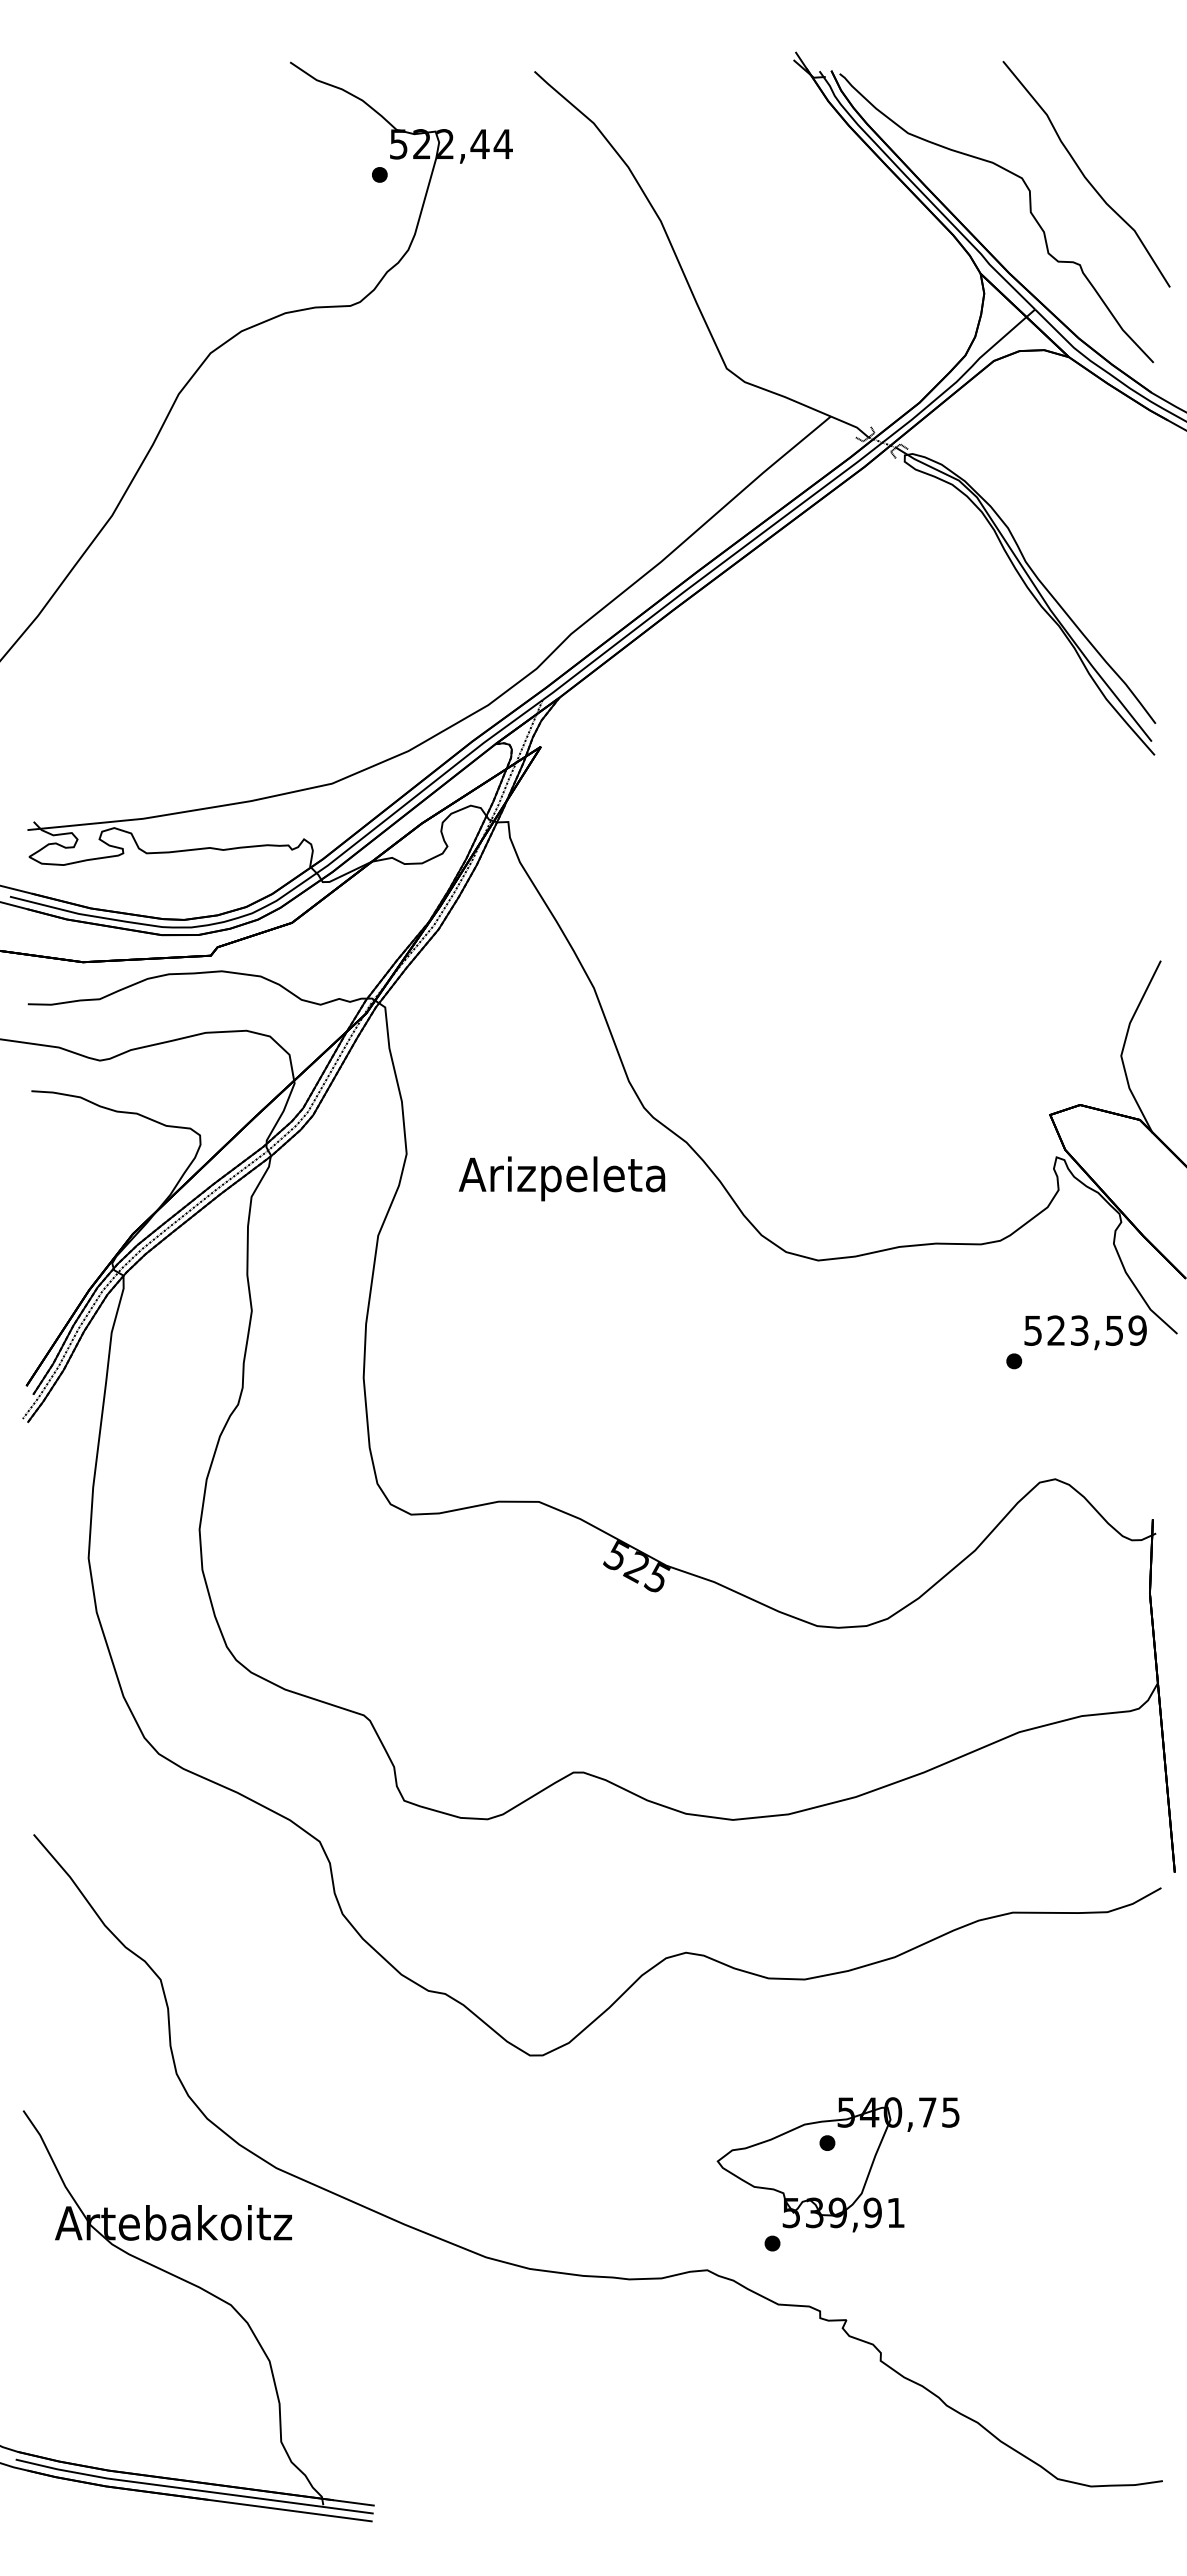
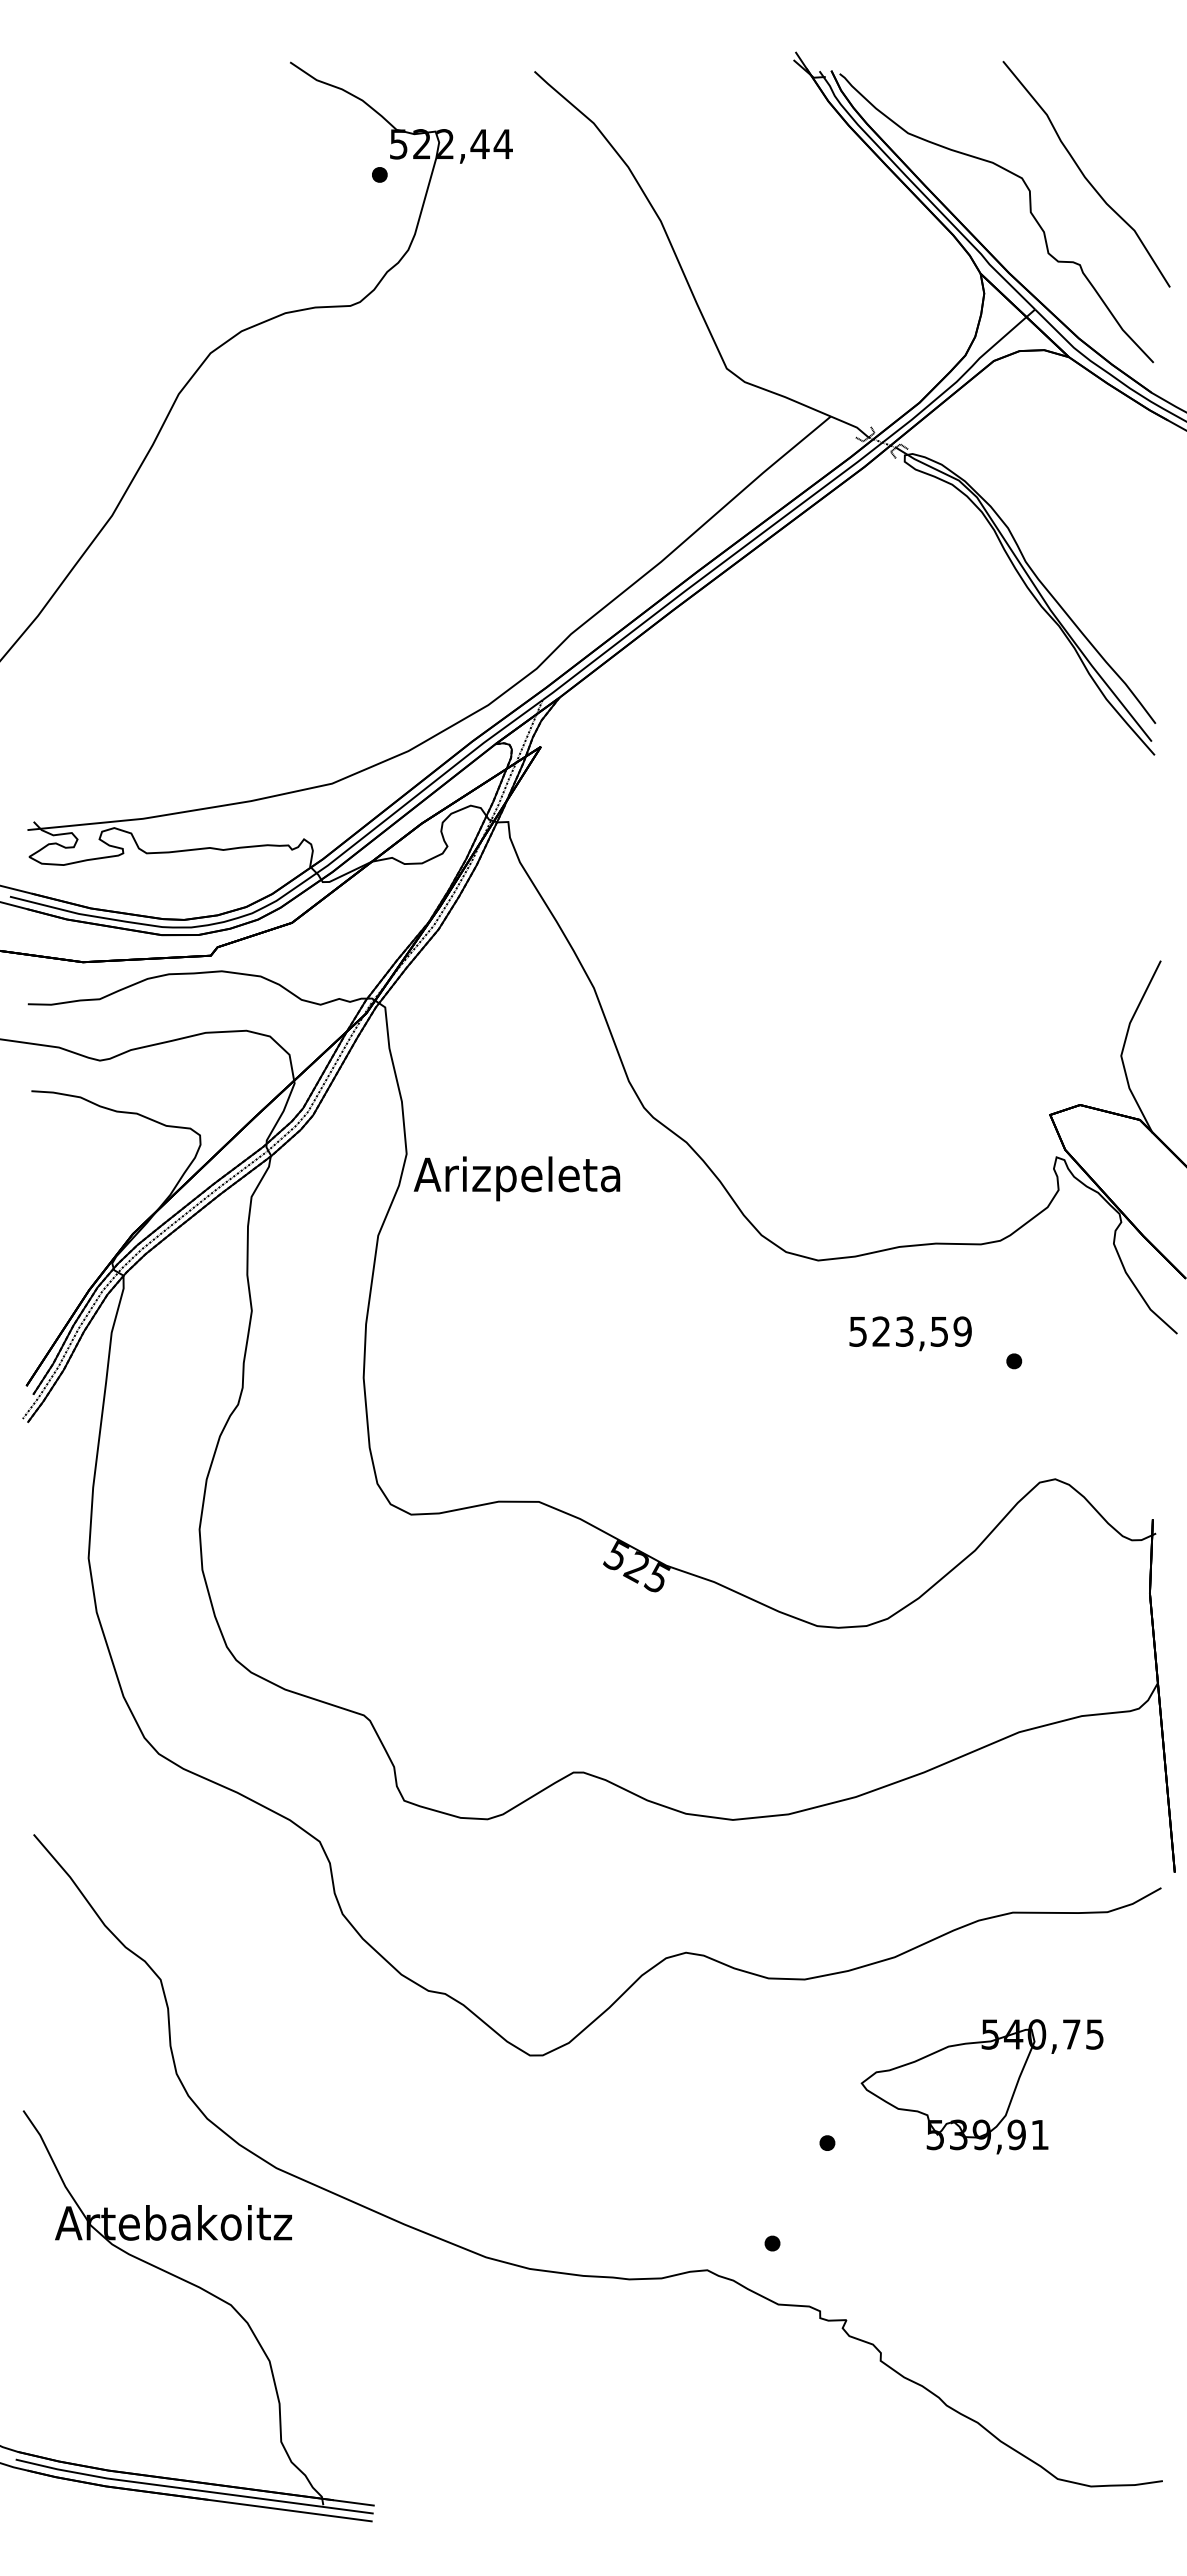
text at (561, 1178) position: (561, 1178) -> (516, 1178)
text at (1085, 1332) position: (1085, 1332) -> (910, 1333)
part at (837, 2164) position: (837, 2164) -> (981, 2086)
